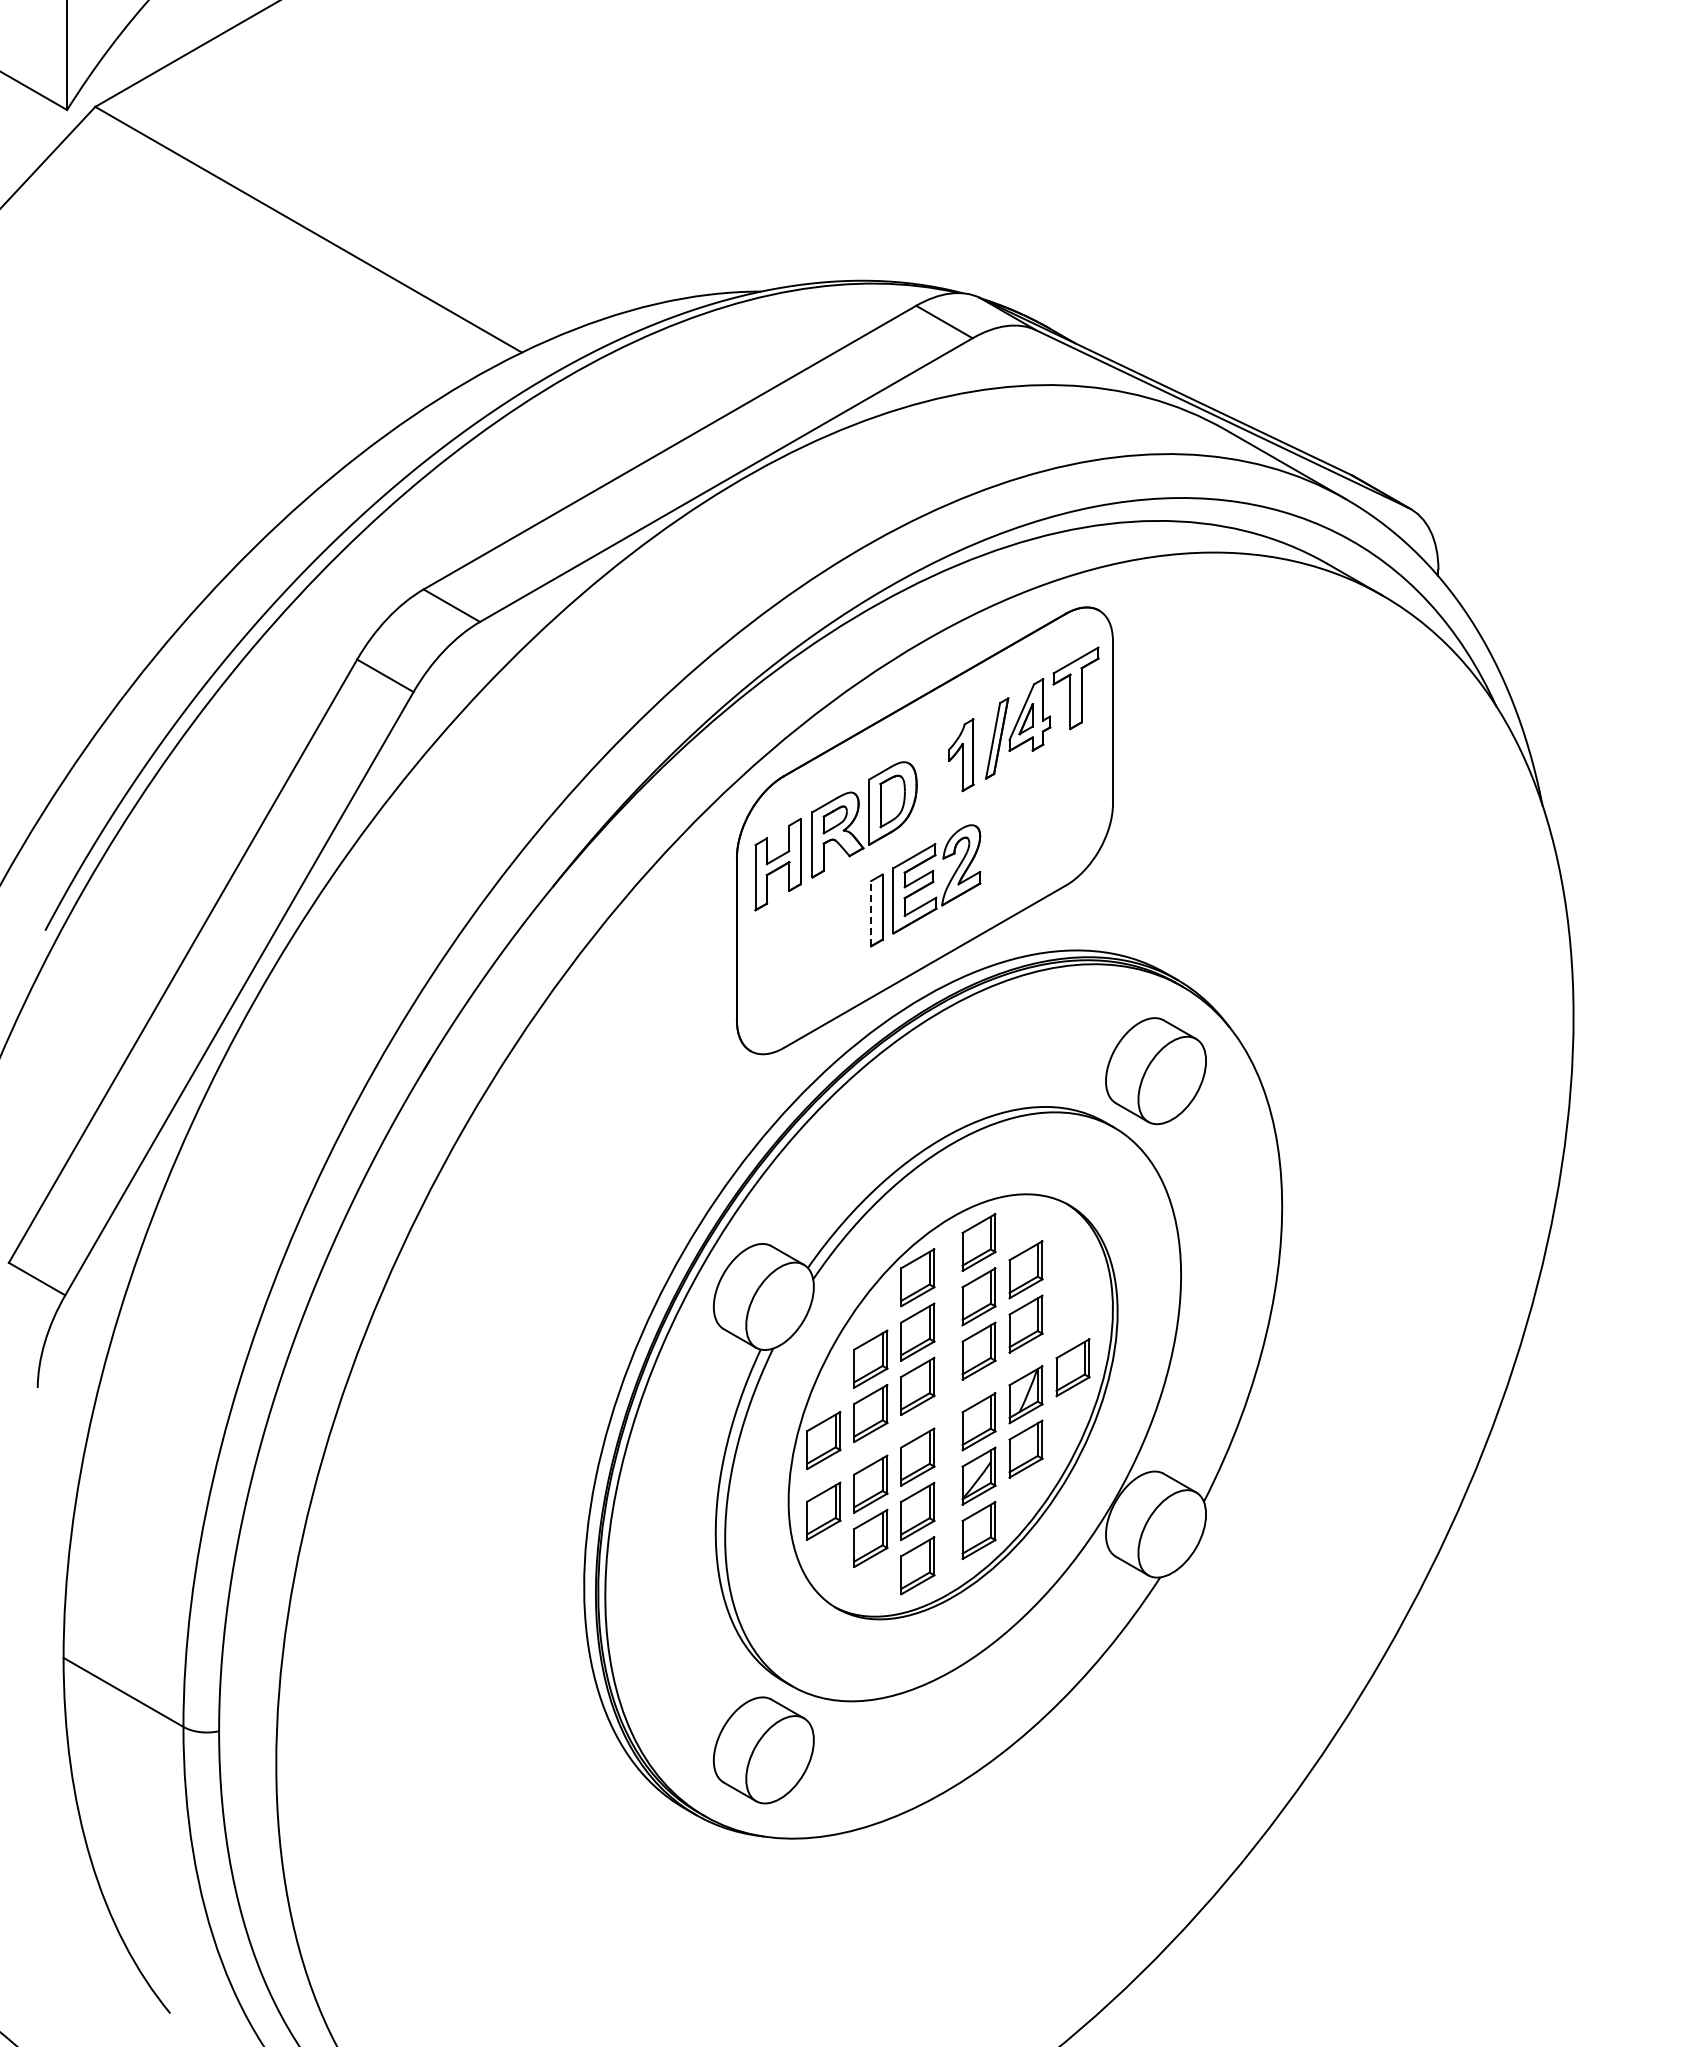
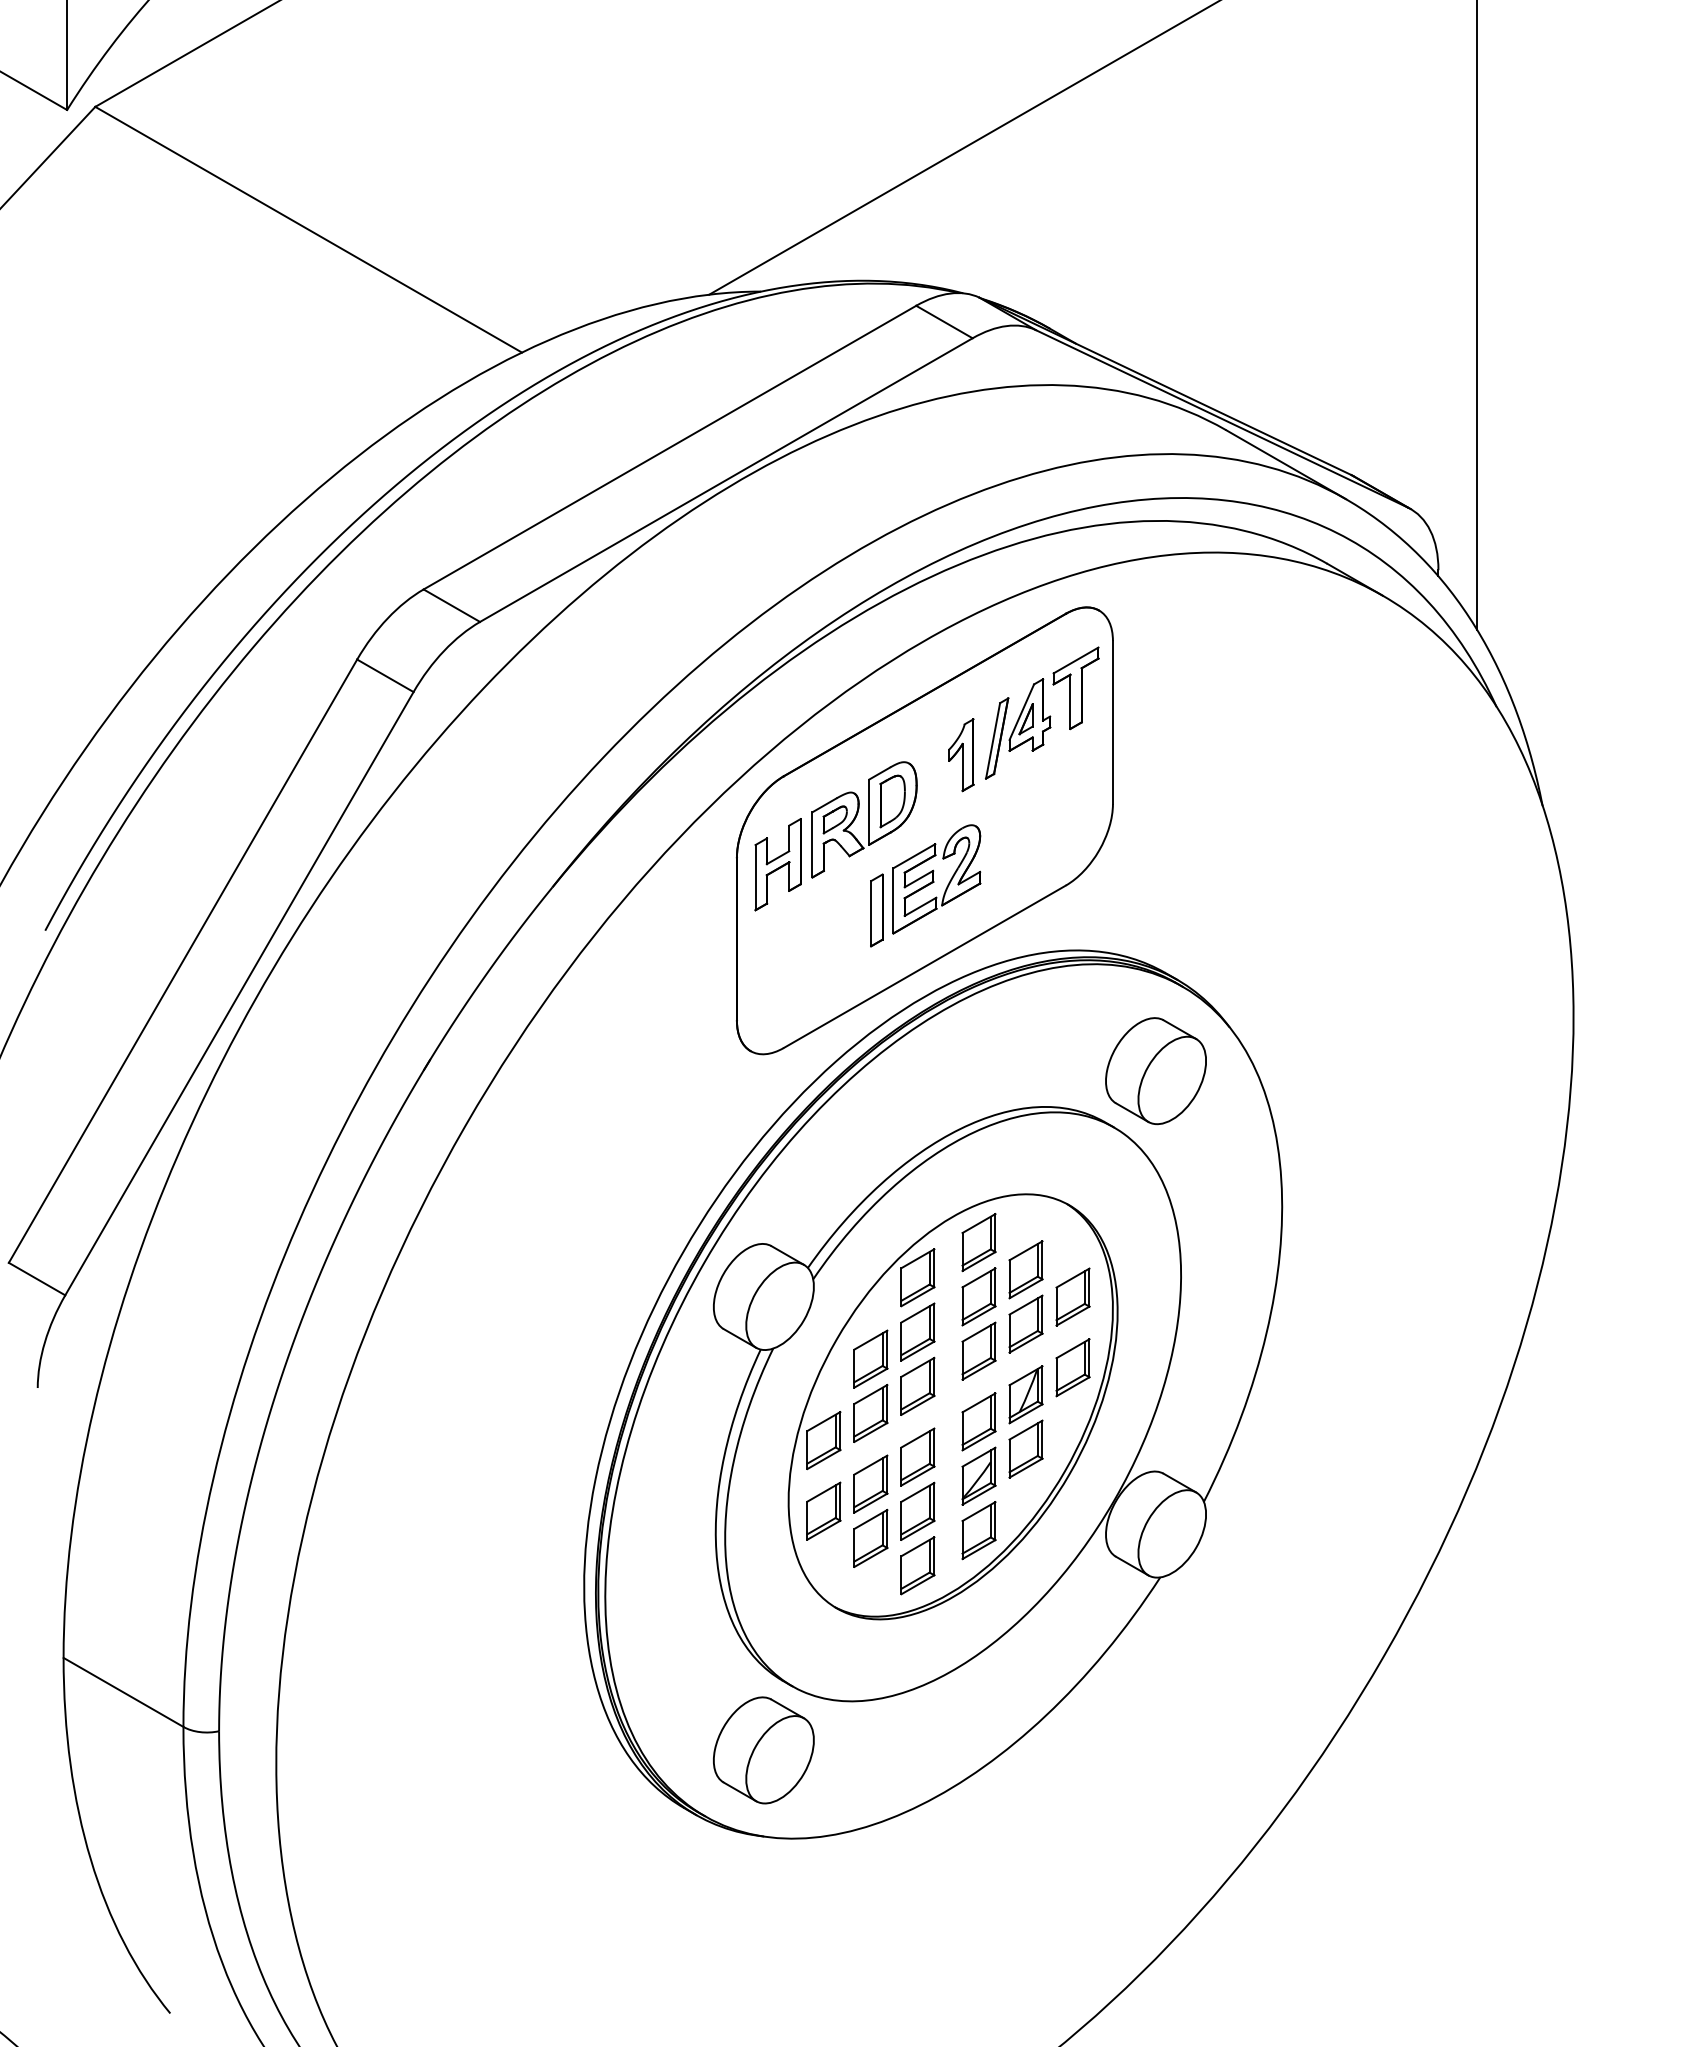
line at (962, 148): none -> present
line at (1477, 315): none -> present
line at (871, 913): dashed -> solid
part at (1072, 1296): none -> present
